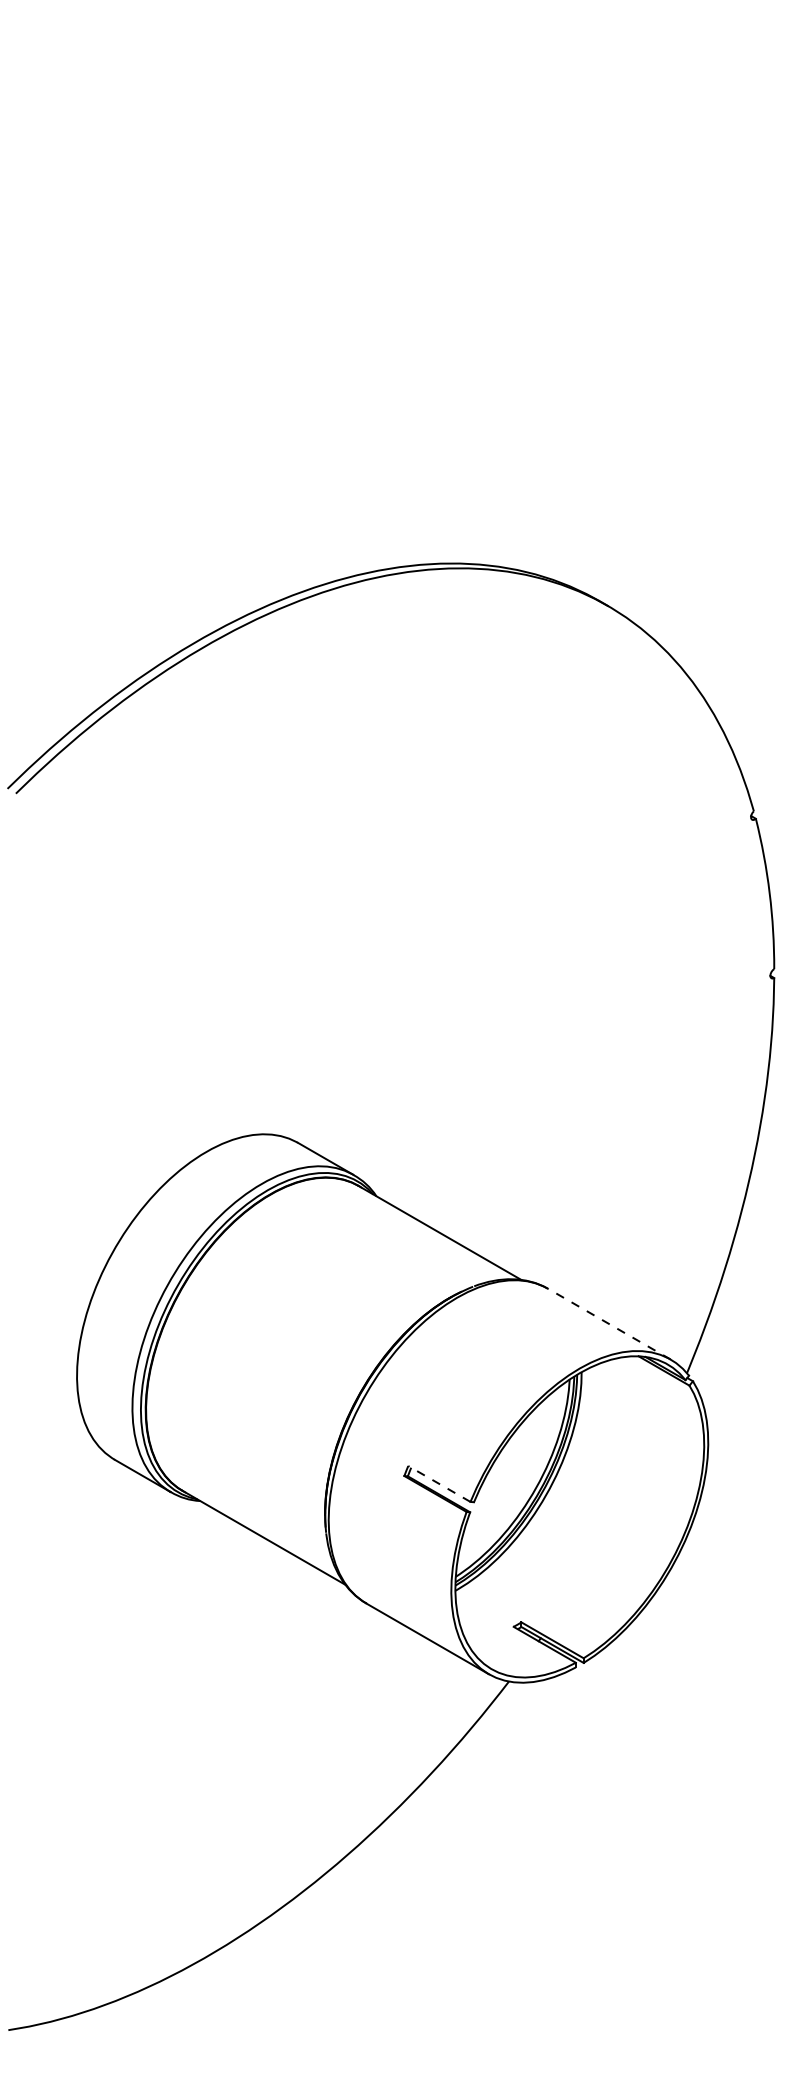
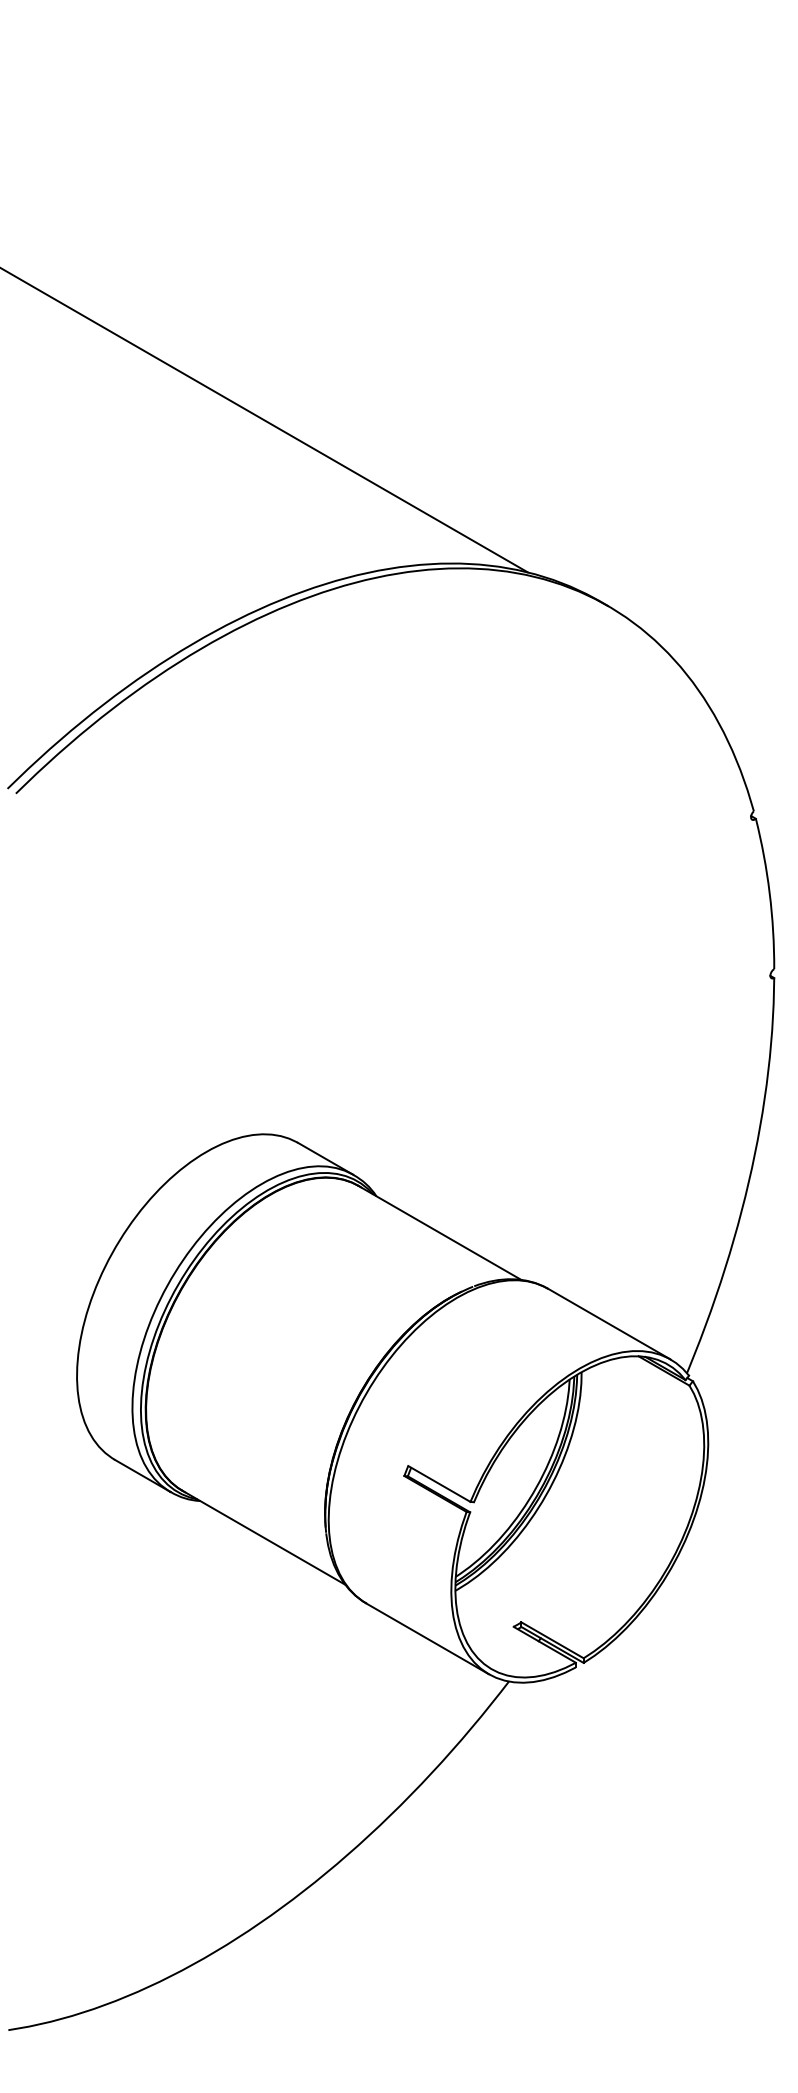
line at (264, 420): none -> present
line at (609, 1324): dashed -> solid
line at (439, 1483): dashed -> solid
